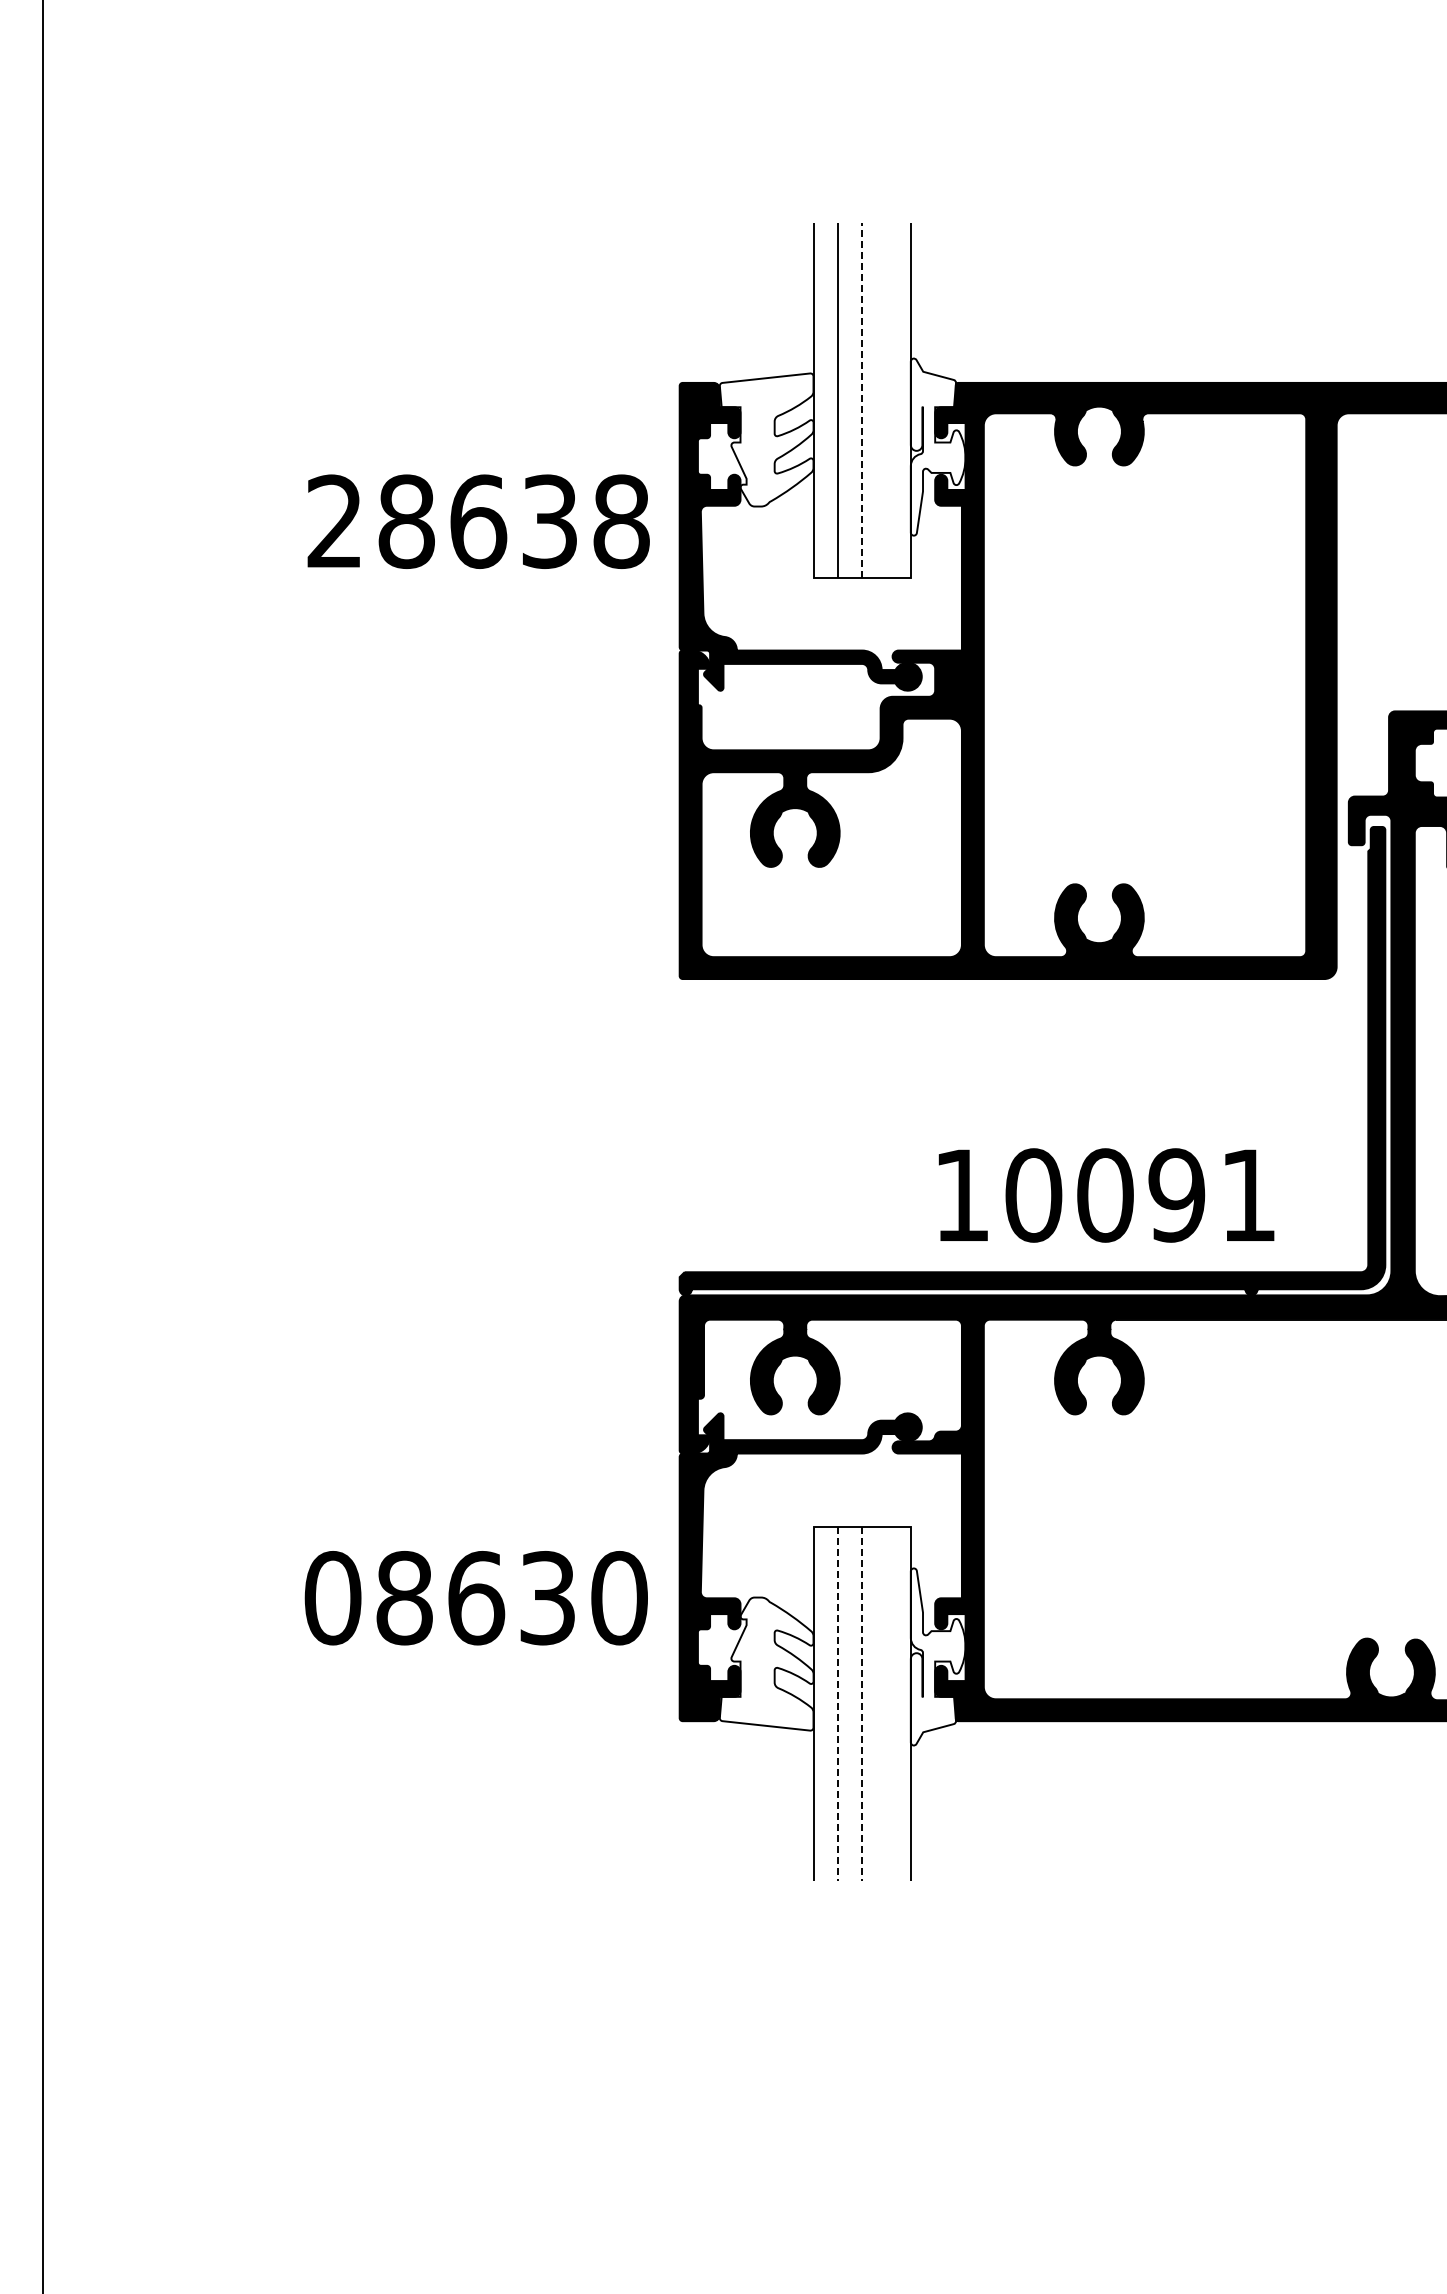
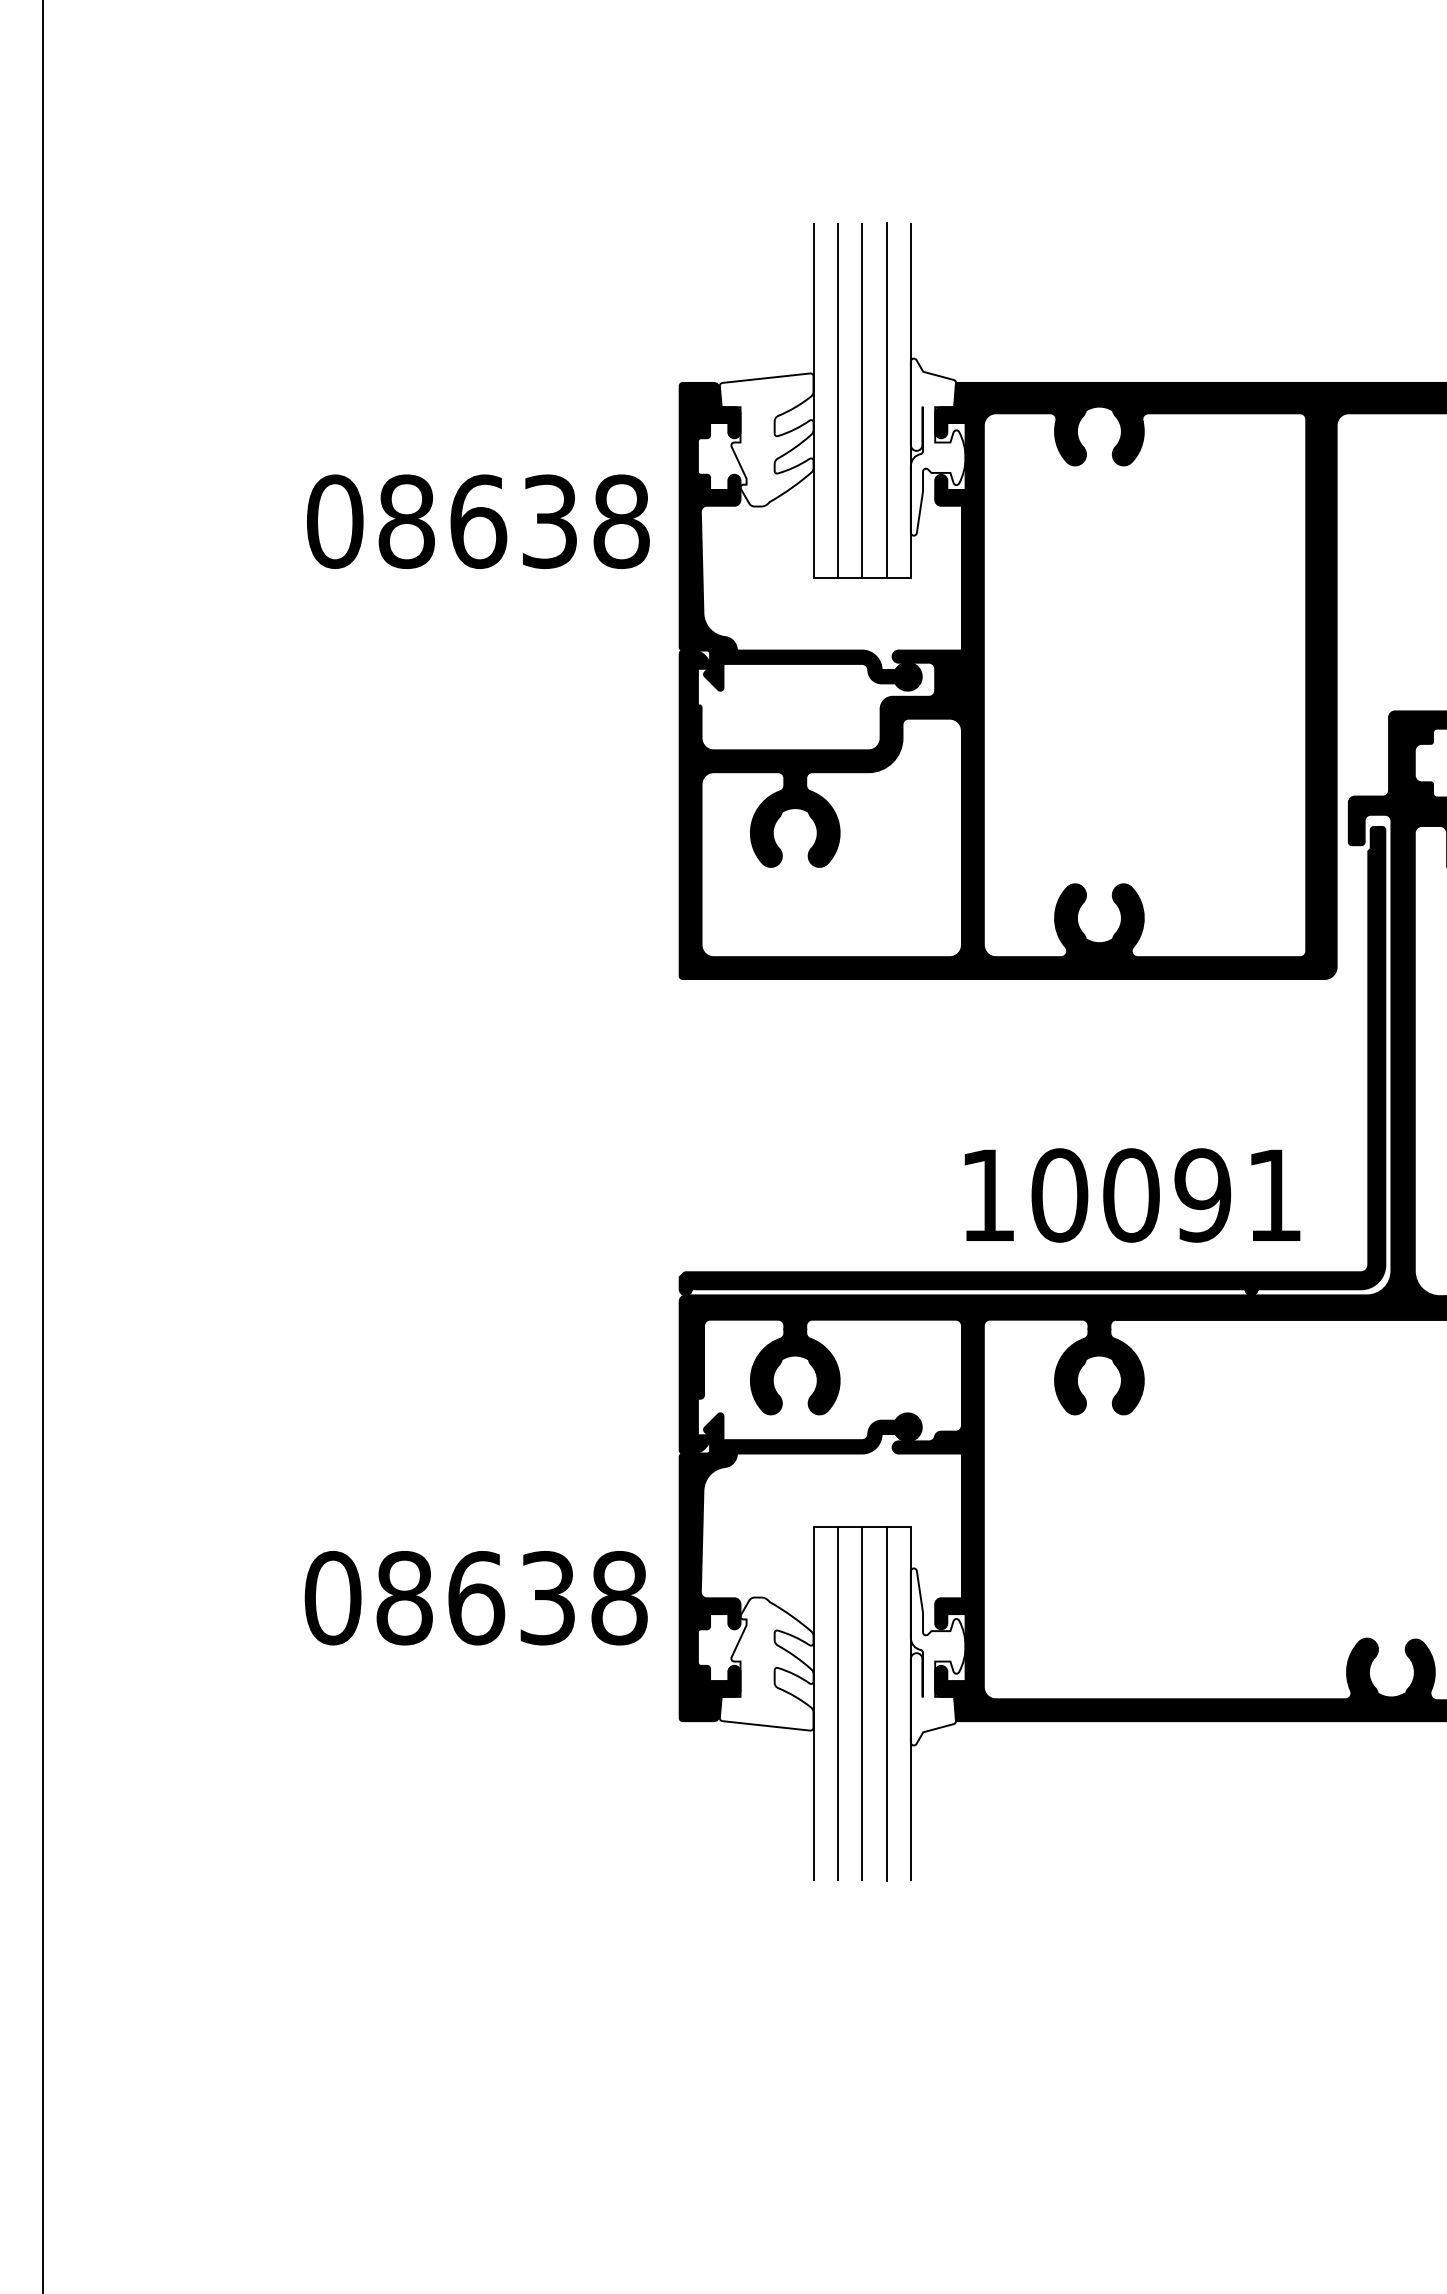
line at (862, 399): dashed -> solid
line at (886, 400): none -> present
text at (335, 521): 28638 -> 08638
text at (1106, 1195) position: (1106, 1195) -> (1132, 1195)
text at (619, 1598): 08630 -> 08638
line at (886, 1703): none -> present
line at (837, 1704): dashed -> solid
line at (862, 1704): dashed -> solid
